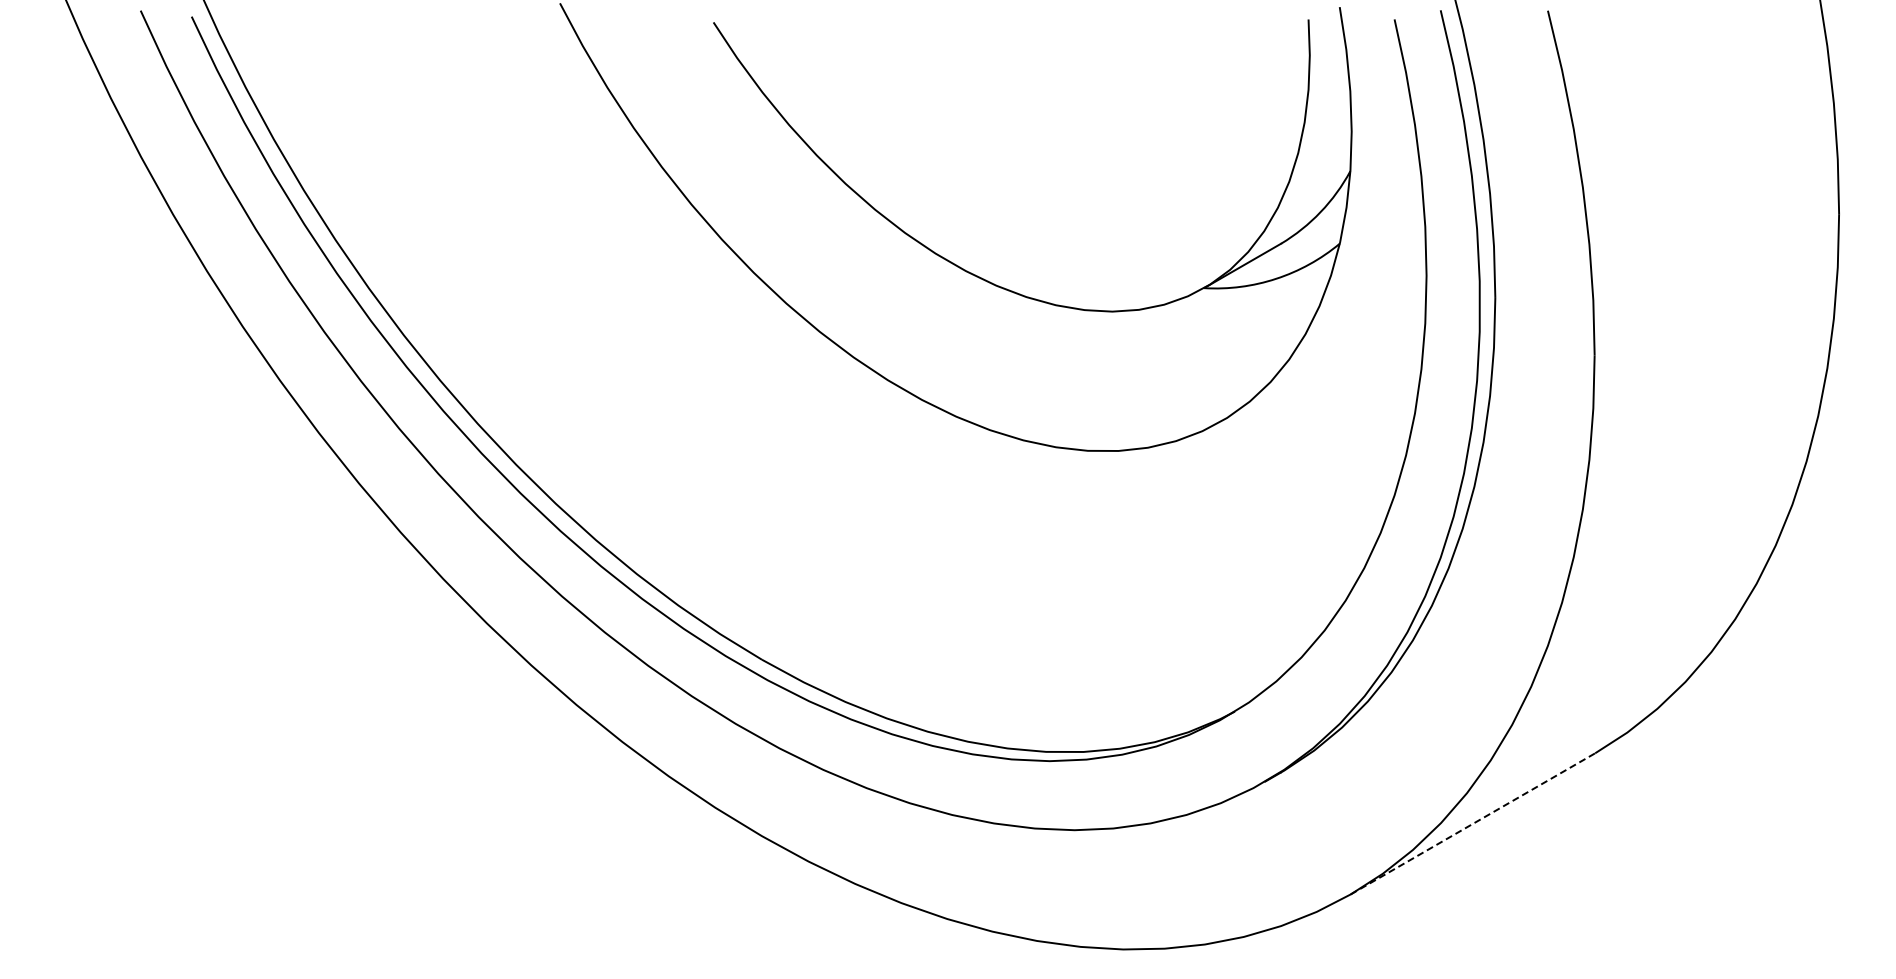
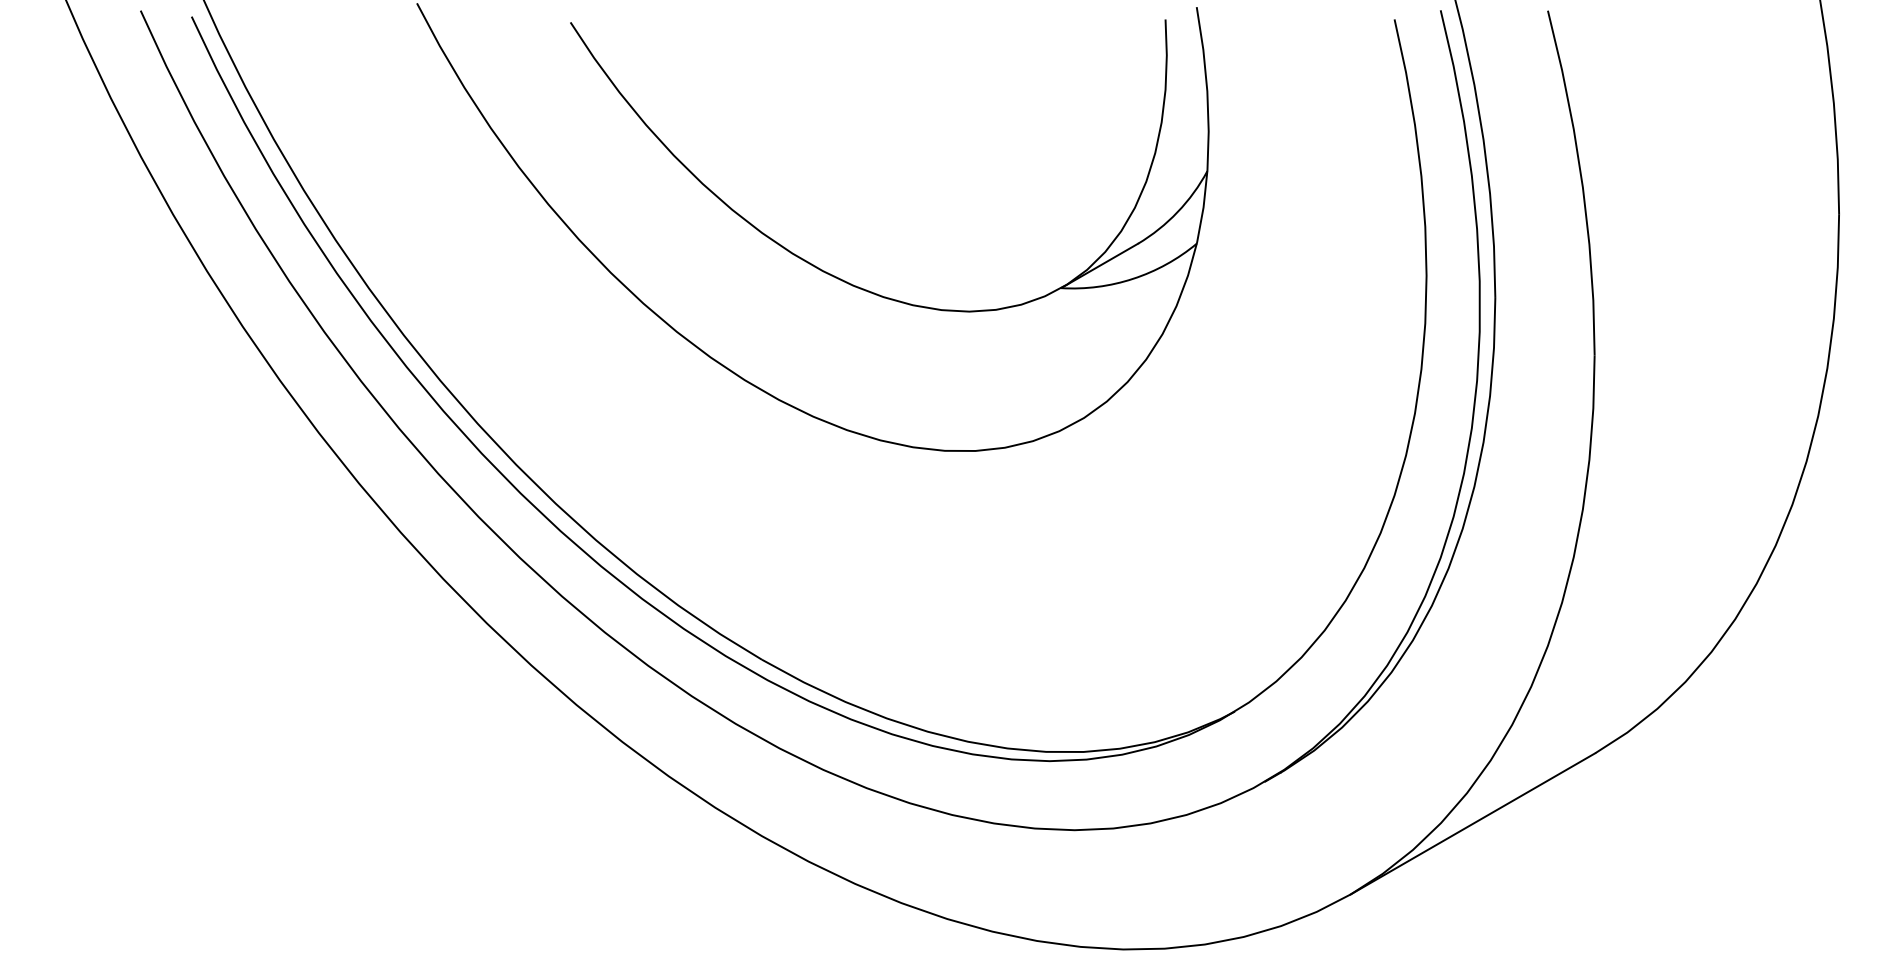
part at (941, 255) position: (941, 255) -> (798, 255)
line at (1473, 823): dashed -> solid
